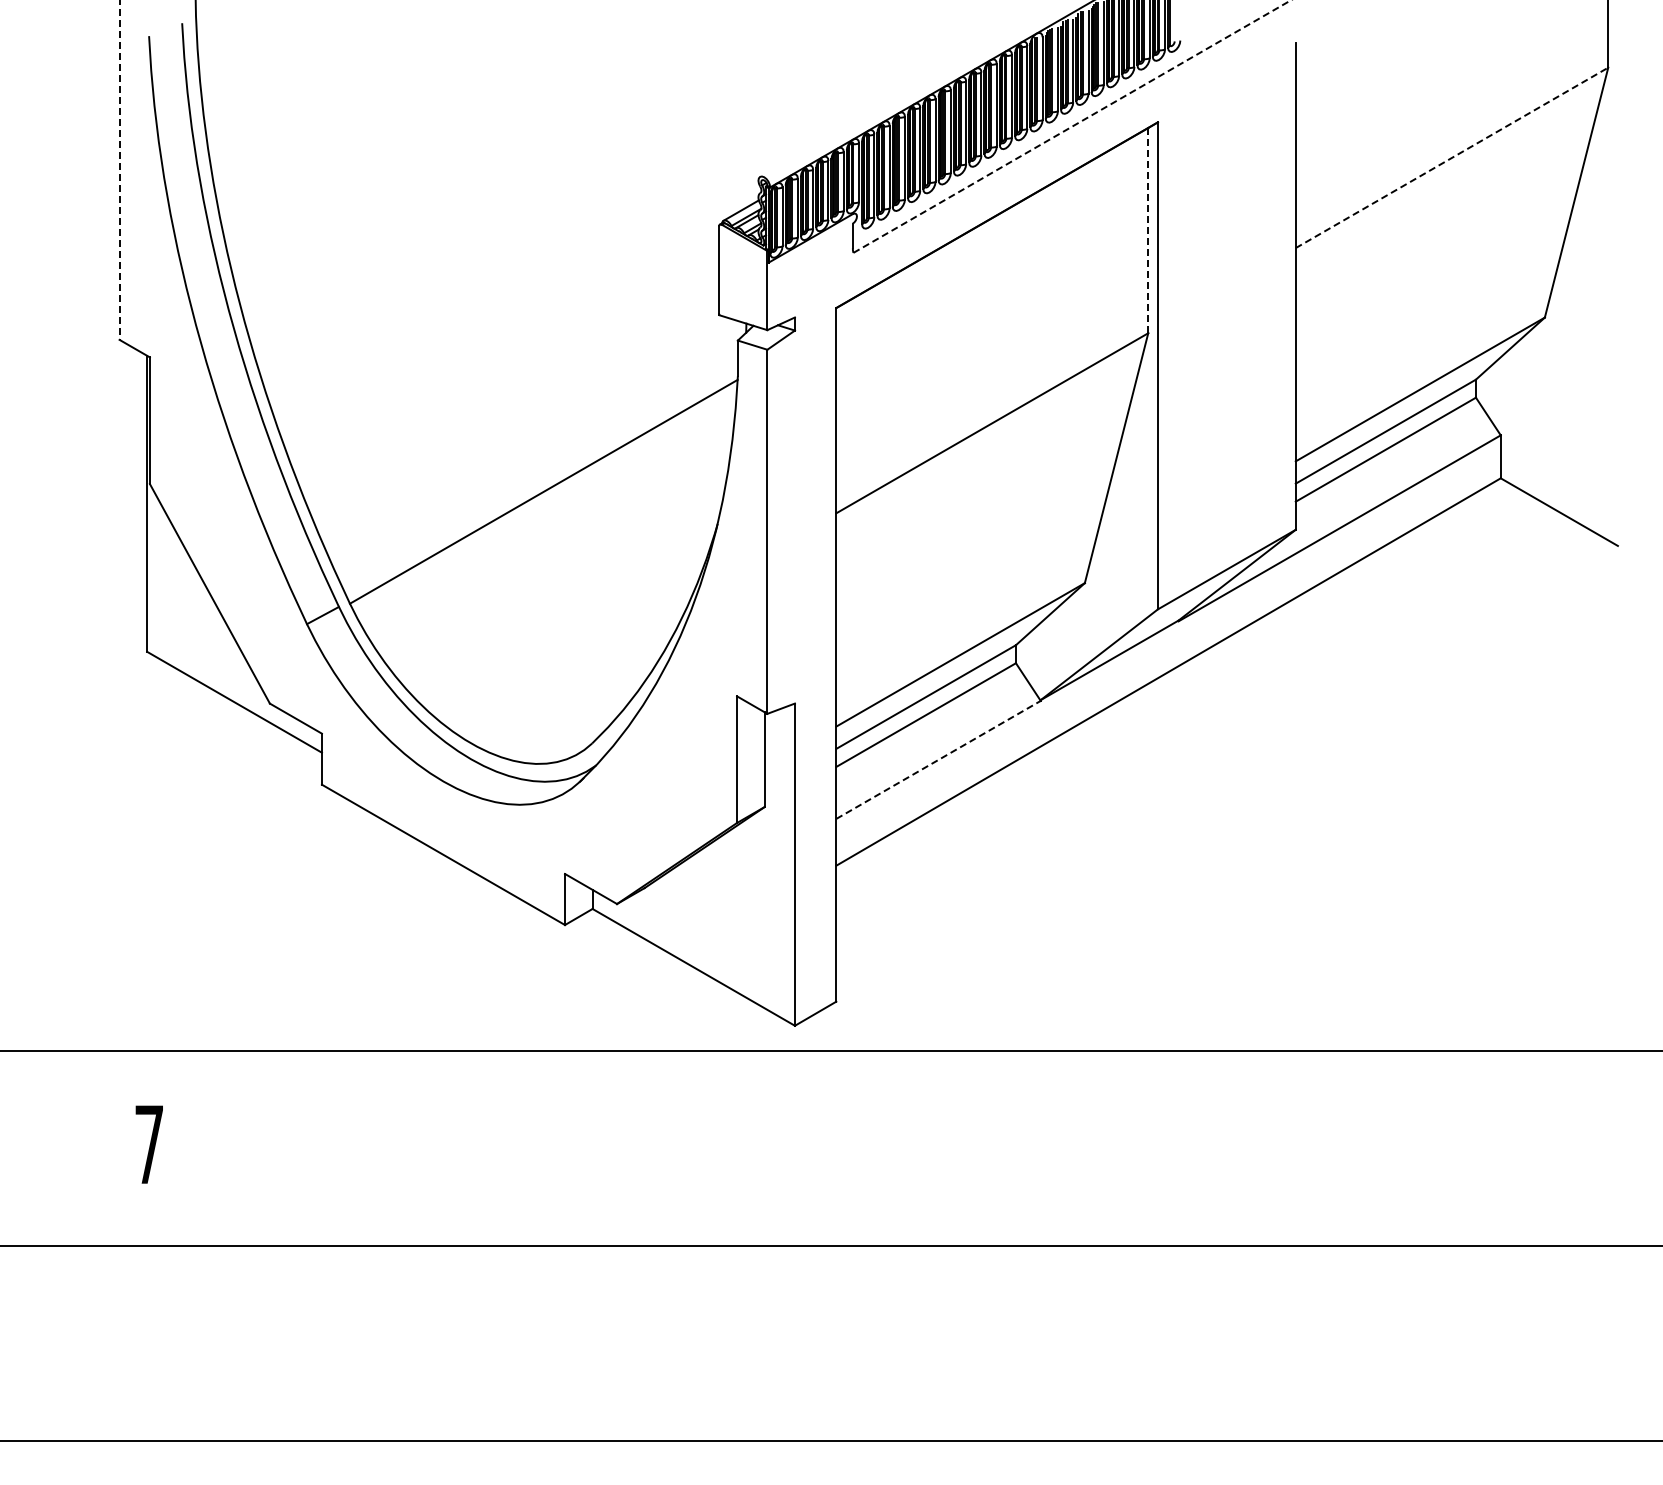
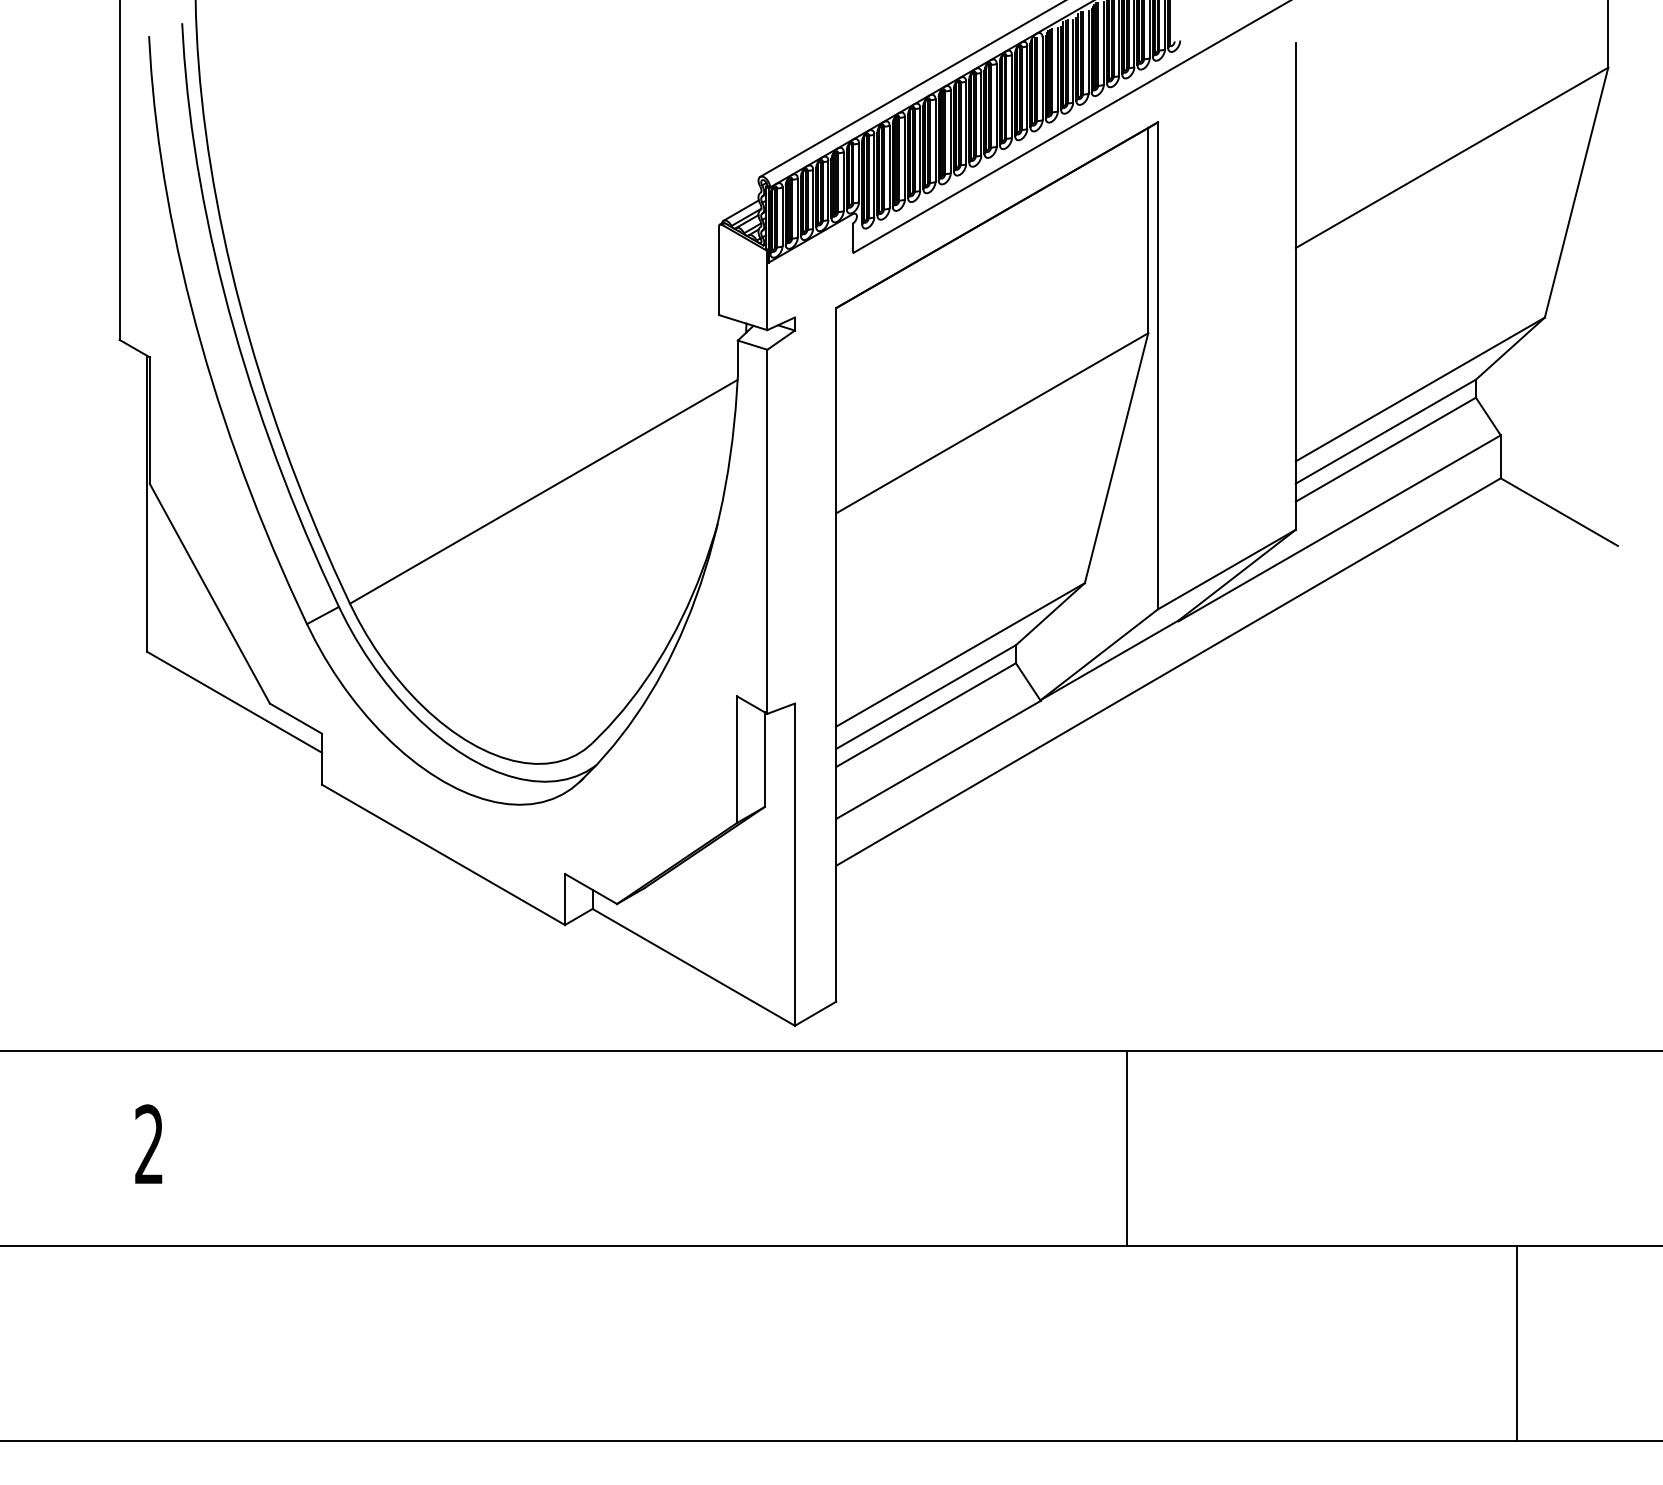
line at (911, 89): none -> present
line at (1072, 126): dashed -> solid
line at (1452, 157): dashed -> solid
line at (119, 170): dashed -> solid
line at (1148, 230): dashed -> solid
line at (938, 759): dashed -> solid
text at (148, 1143): 7 -> 2
line at (1126, 1147): none -> present
line at (1516, 1342): none -> present
